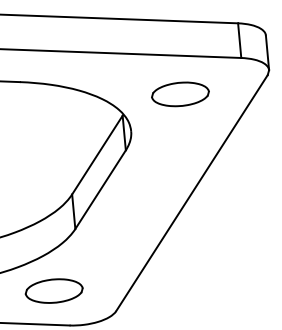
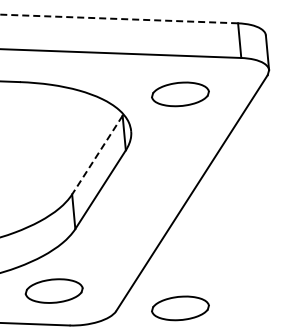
line at (119, 18): solid -> dashed
line at (97, 155): solid -> dashed
part at (180, 308): none -> present
